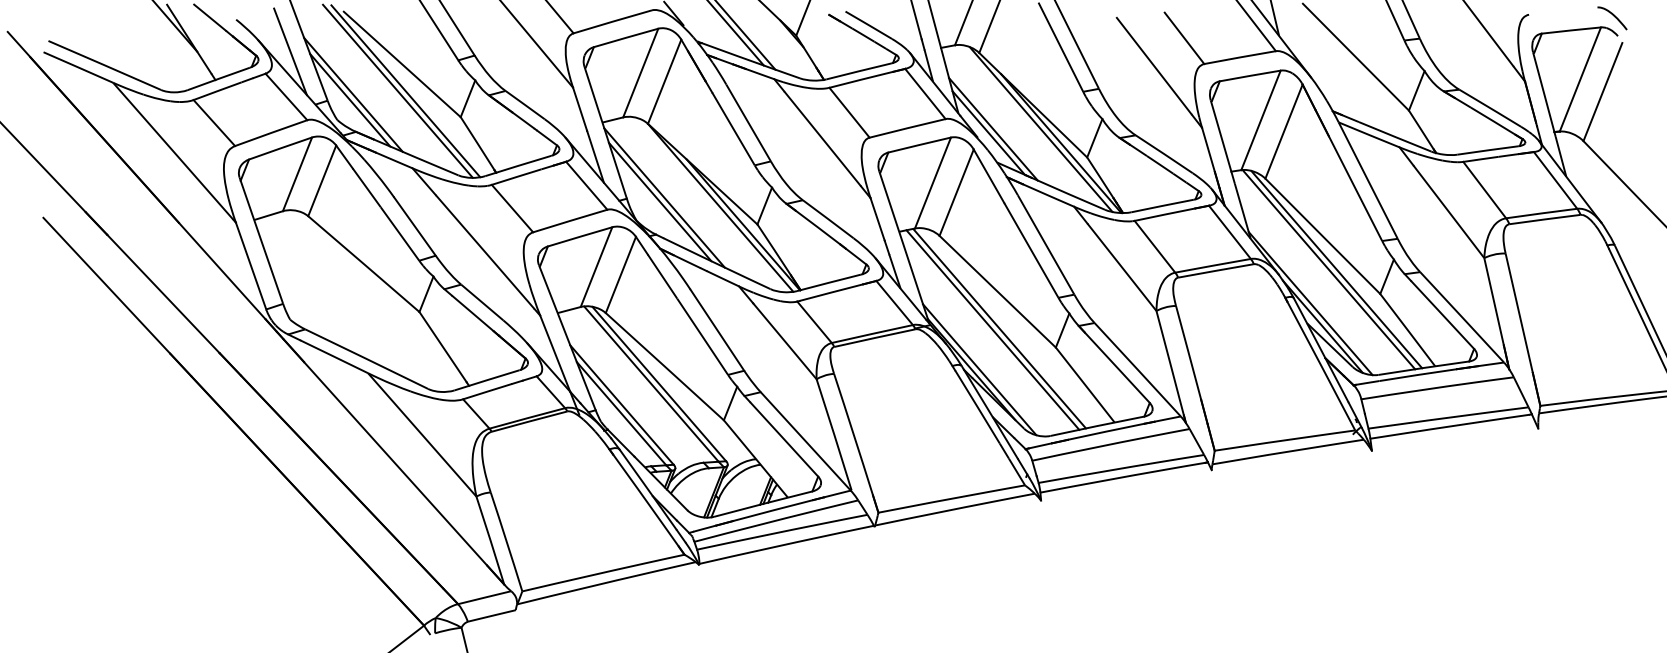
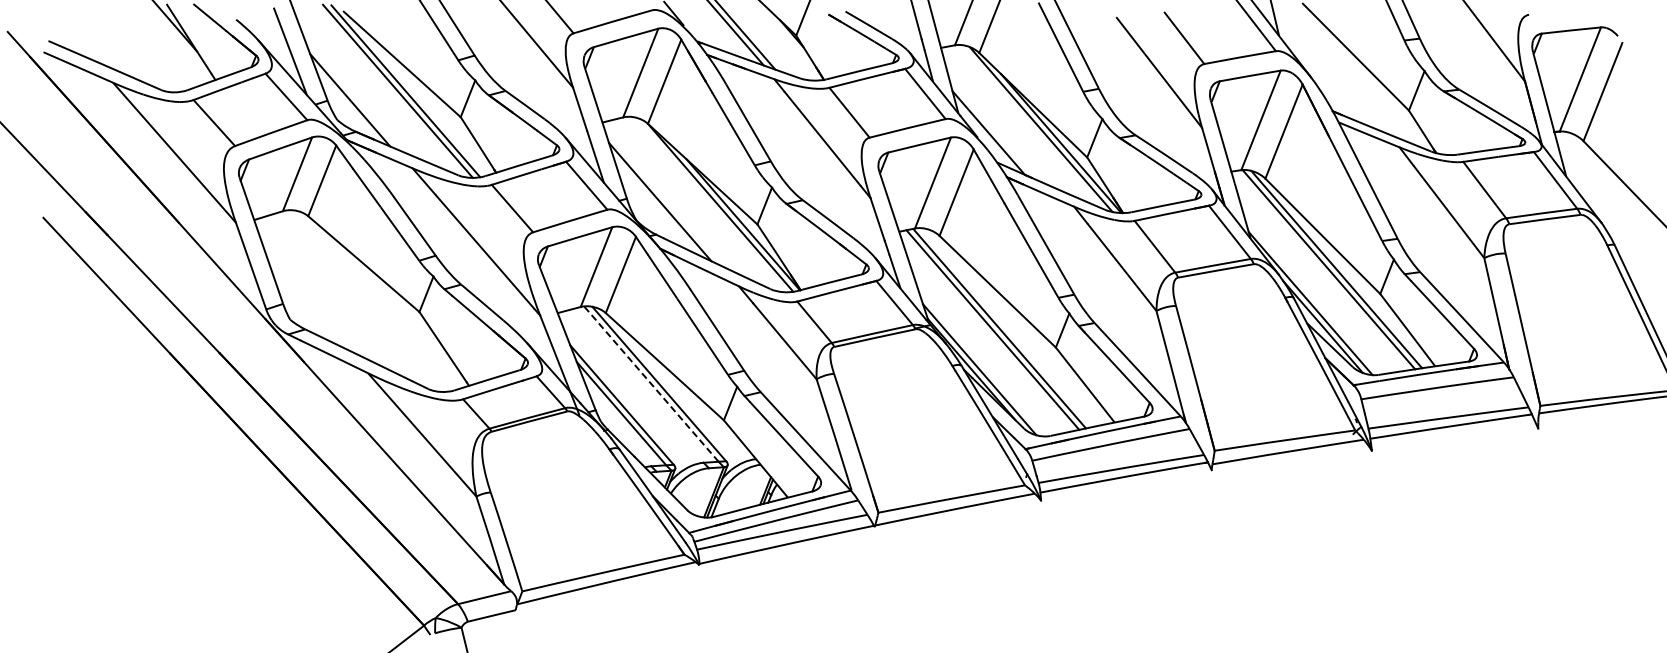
curve at (1613, 16): present -> none
line at (353, 94): present -> none
line at (993, 129): present -> none
line at (664, 197): present -> none
line at (651, 384): solid -> dashed
